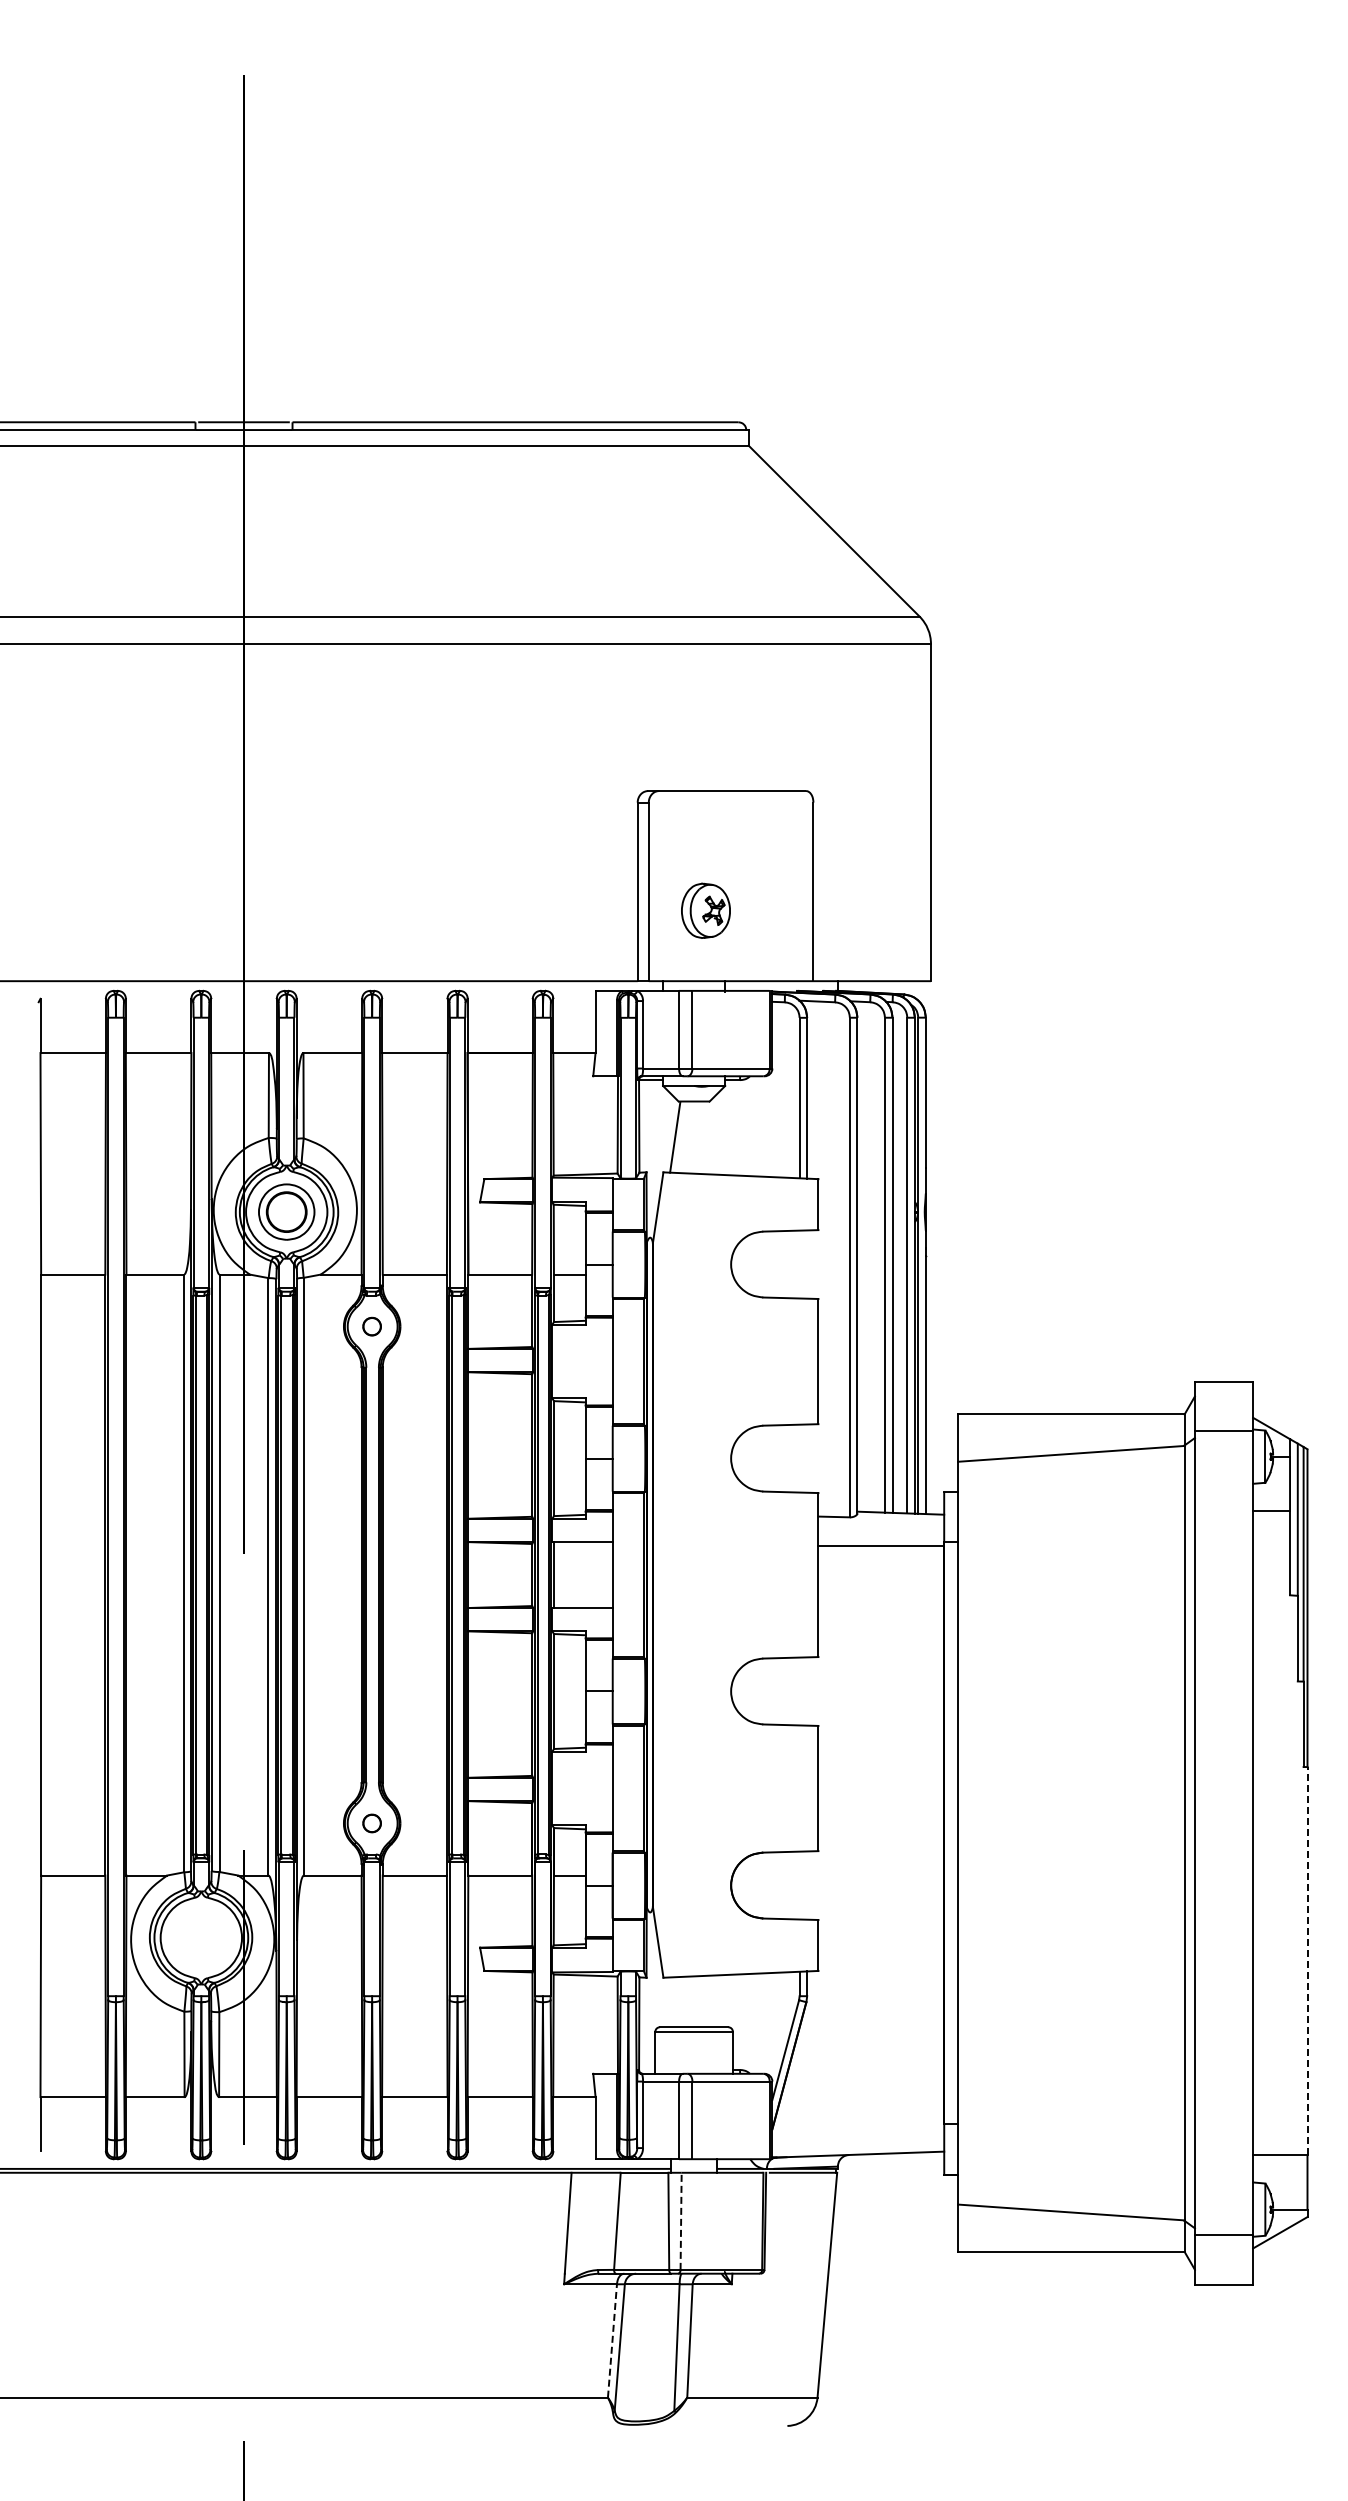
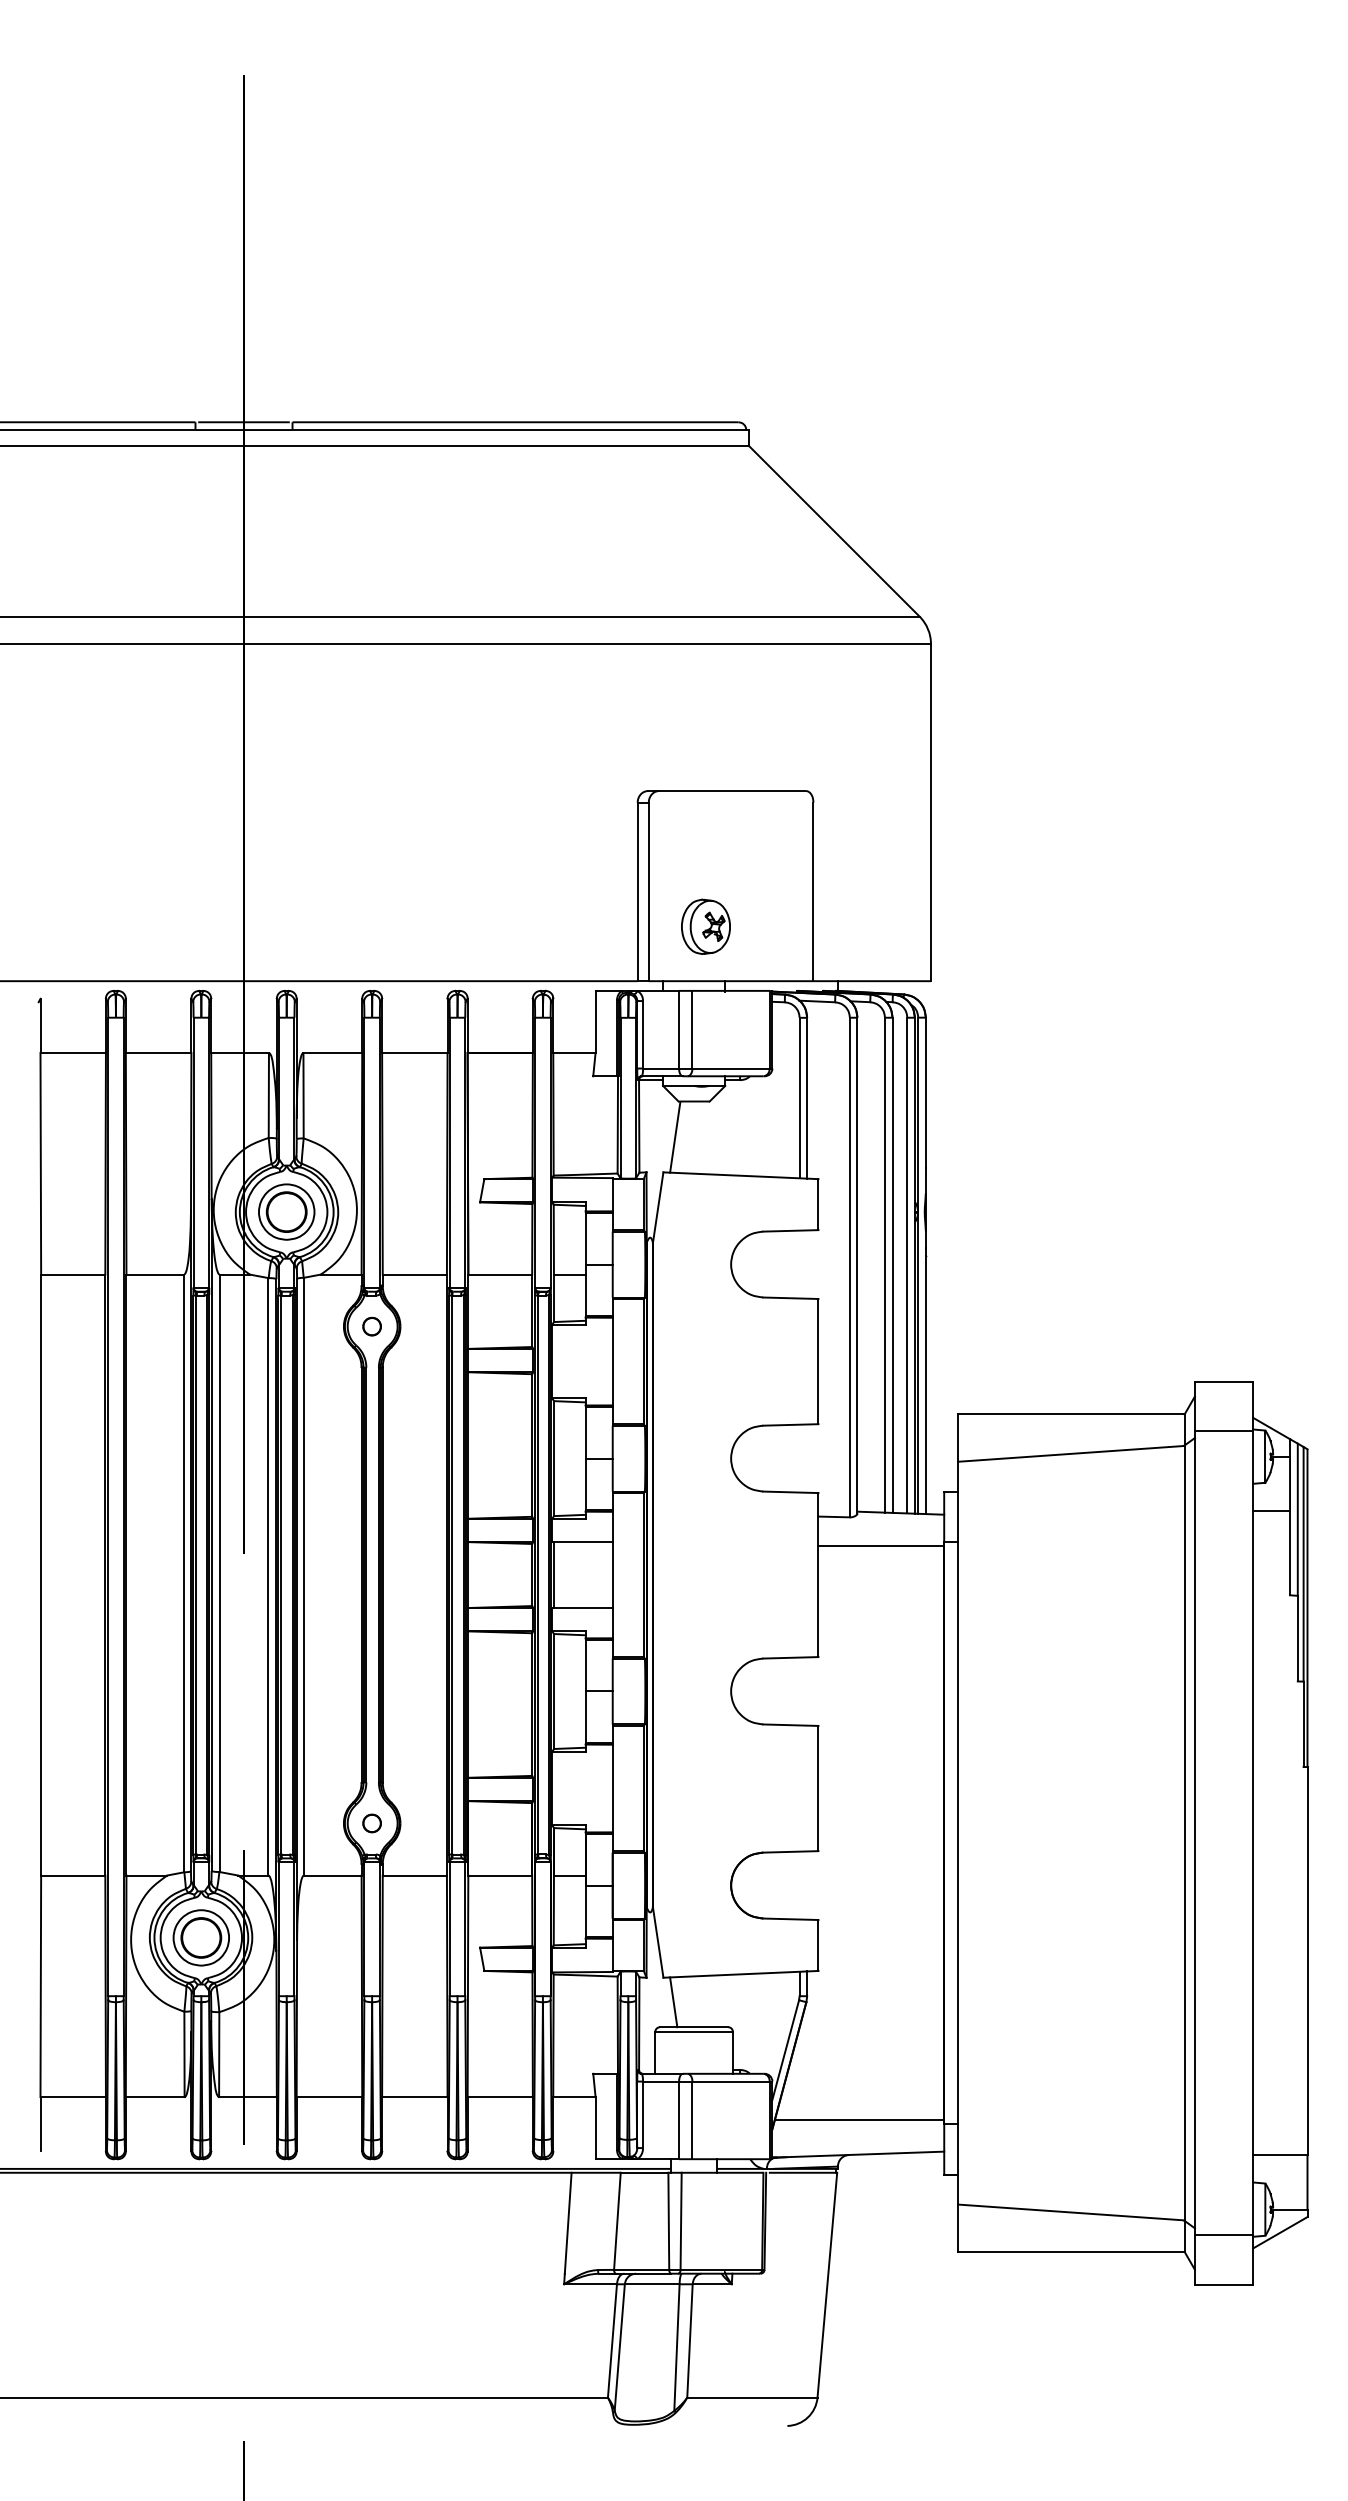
part at (705, 910) position: (705, 910) -> (705, 926)
part at (200, 1937): none -> present
line at (1307, 1960): dashed -> solid
line at (673, 2002): none -> present
line at (859, 2120): none -> present
line at (681, 2221): dashed -> solid
line at (612, 2340): dashed -> solid
